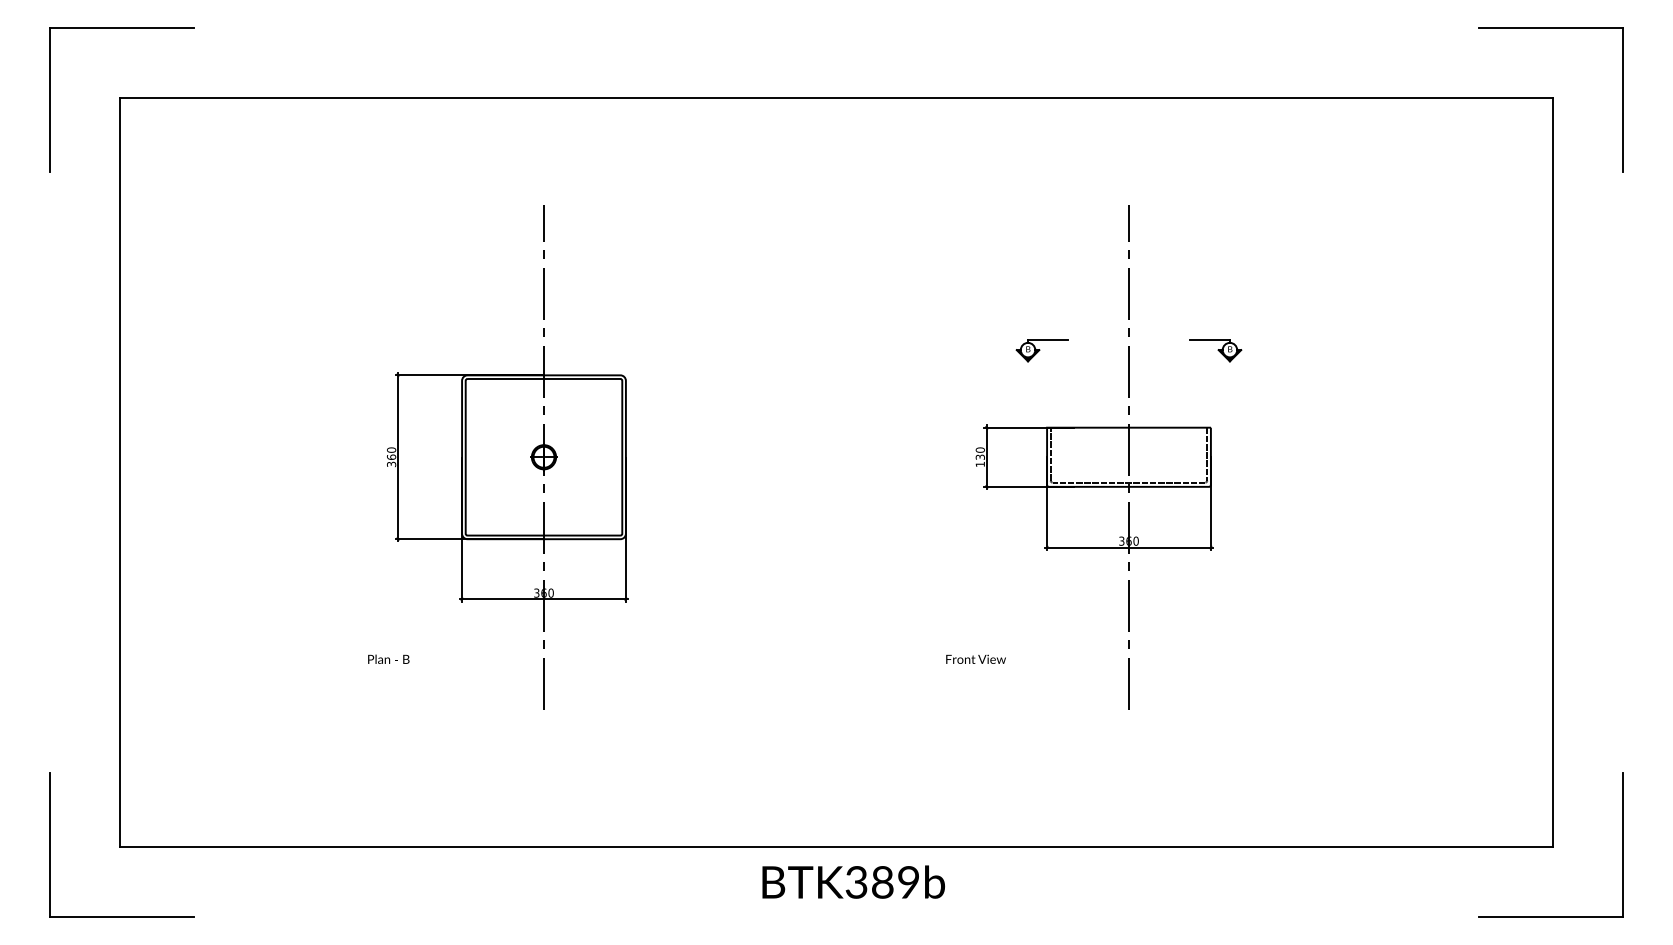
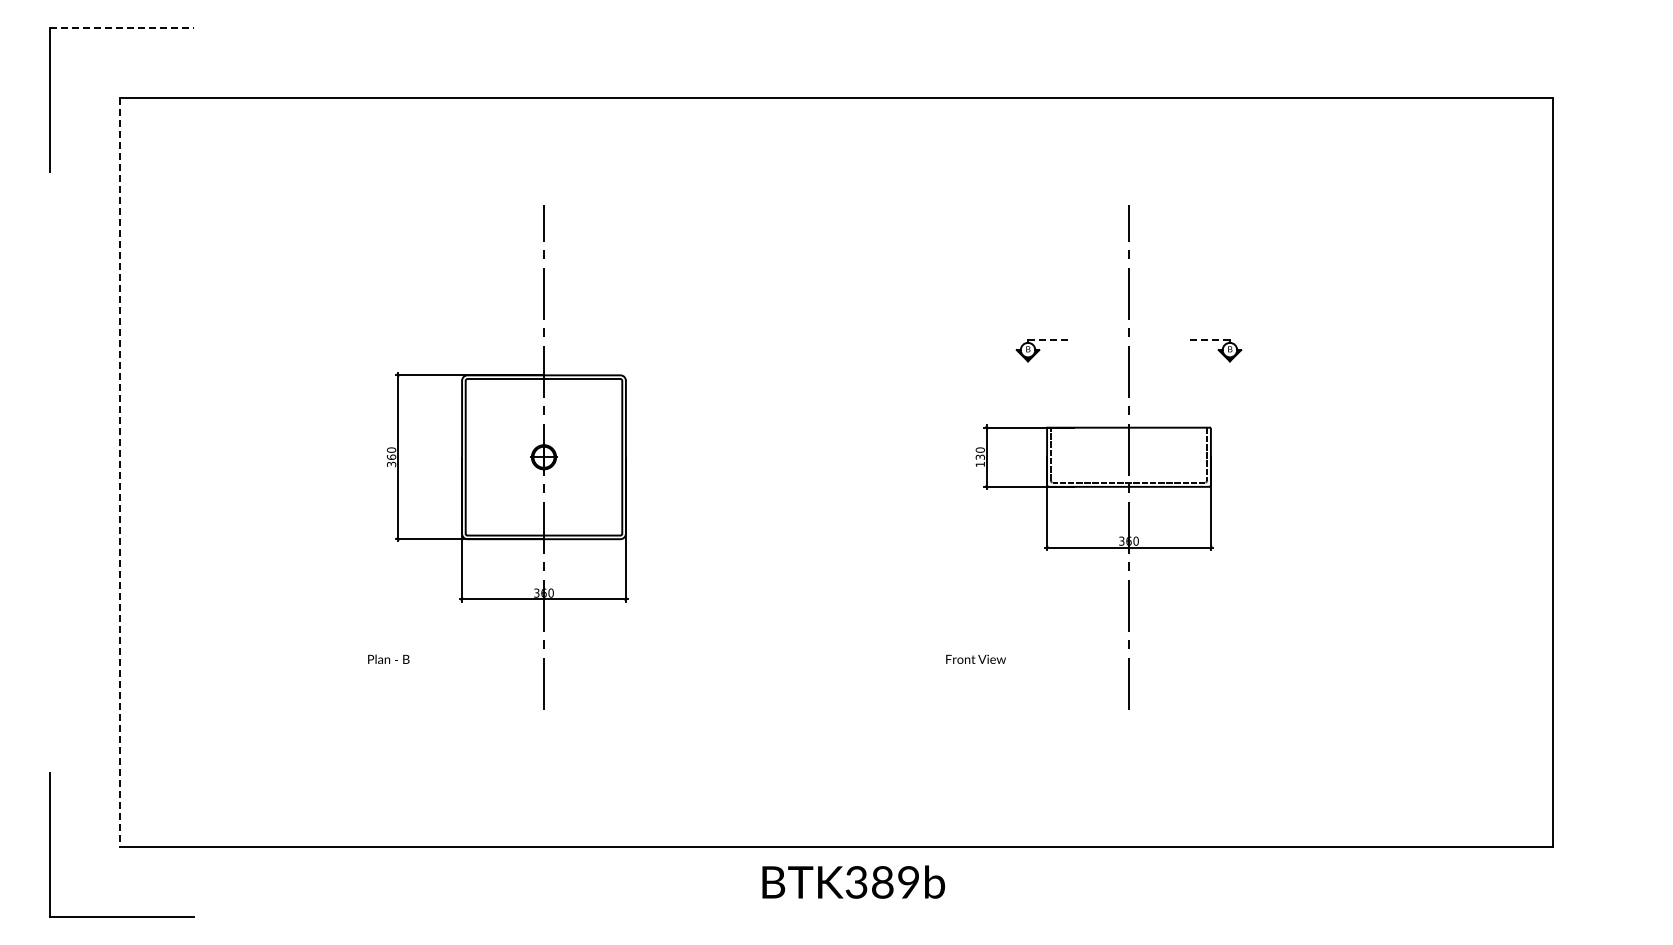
line at (122, 28): solid -> dashed
part at (1550, 28): present -> none
line at (1048, 340): solid -> dashed
line at (1209, 340): solid -> dashed
line at (119, 472): solid -> dashed
part at (1622, 844): present -> none
